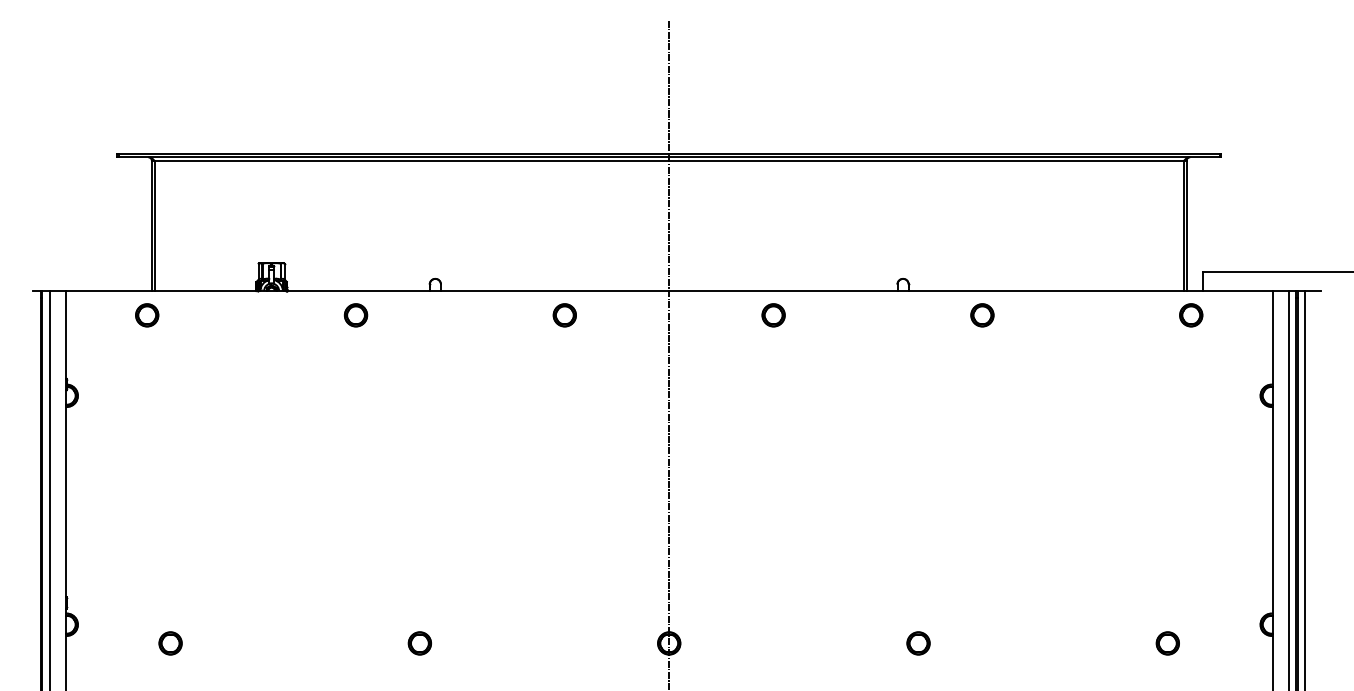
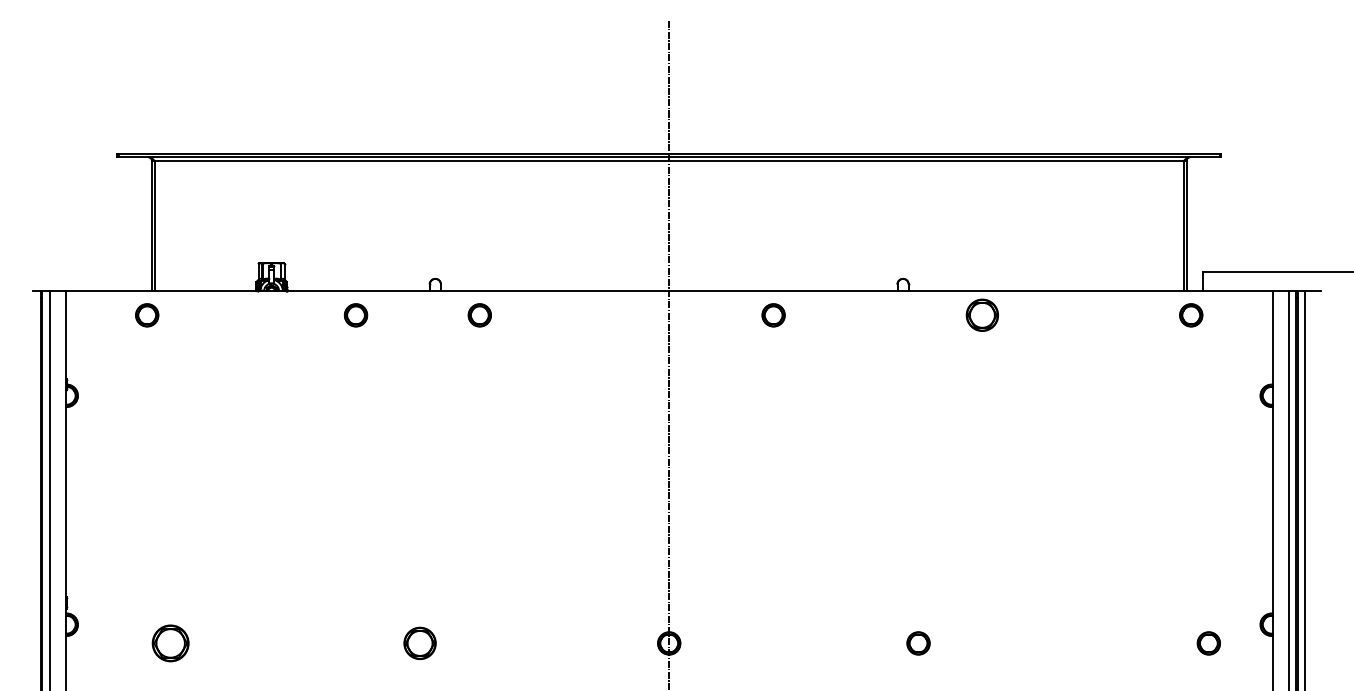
part at (564, 315) position: (564, 315) -> (479, 315)
part at (982, 315) size: 25x25 px -> 34x34 px
part at (170, 643) size: 25x25 px -> 39x39 px
part at (419, 643) size: 25x25 px -> 34x34 px
part at (1167, 643) position: (1167, 643) -> (1208, 643)
